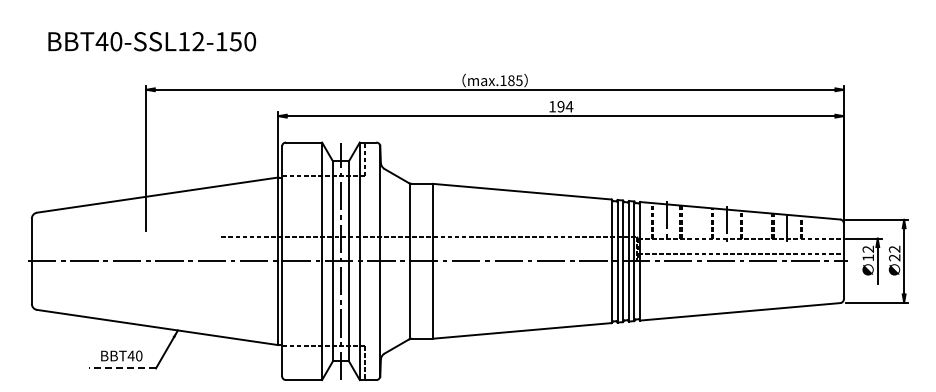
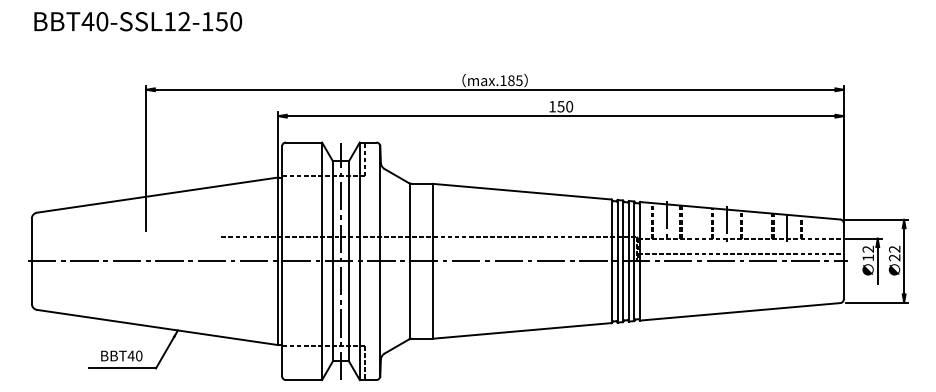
text at (152, 41) position: (152, 41) -> (138, 21)
text at (565, 106): 194 -> 150
line at (122, 368): dashed -> solid
